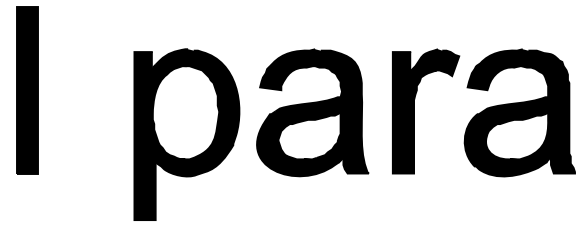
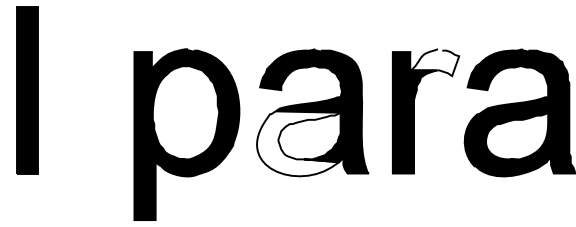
fill at (435, 62): present -> none
fill at (298, 143): present -> none
